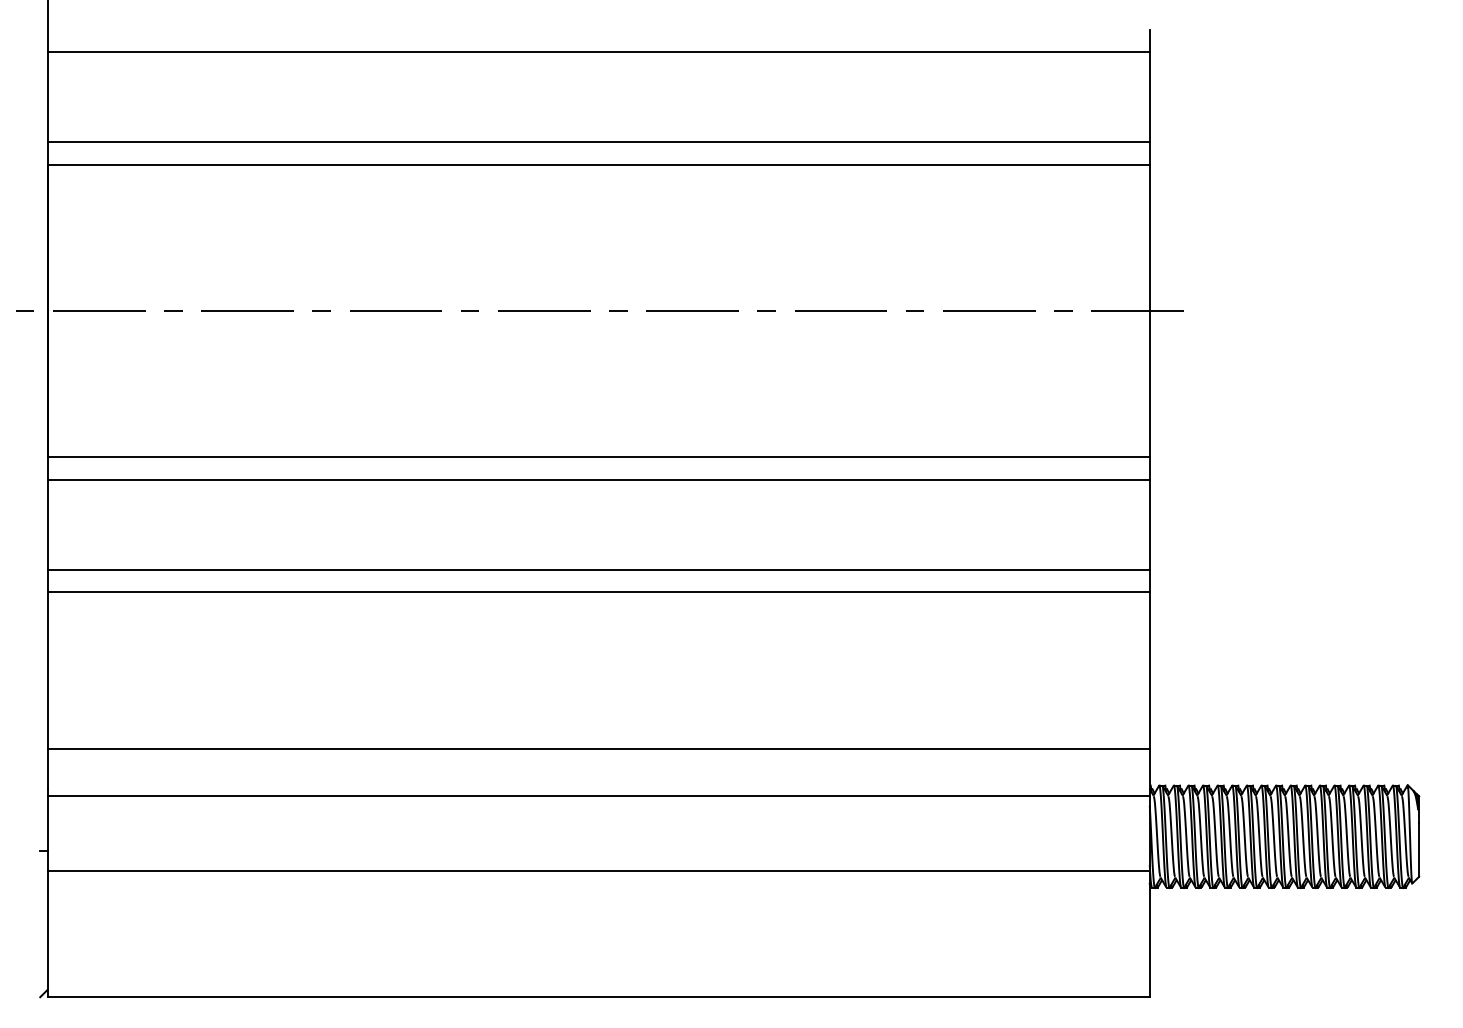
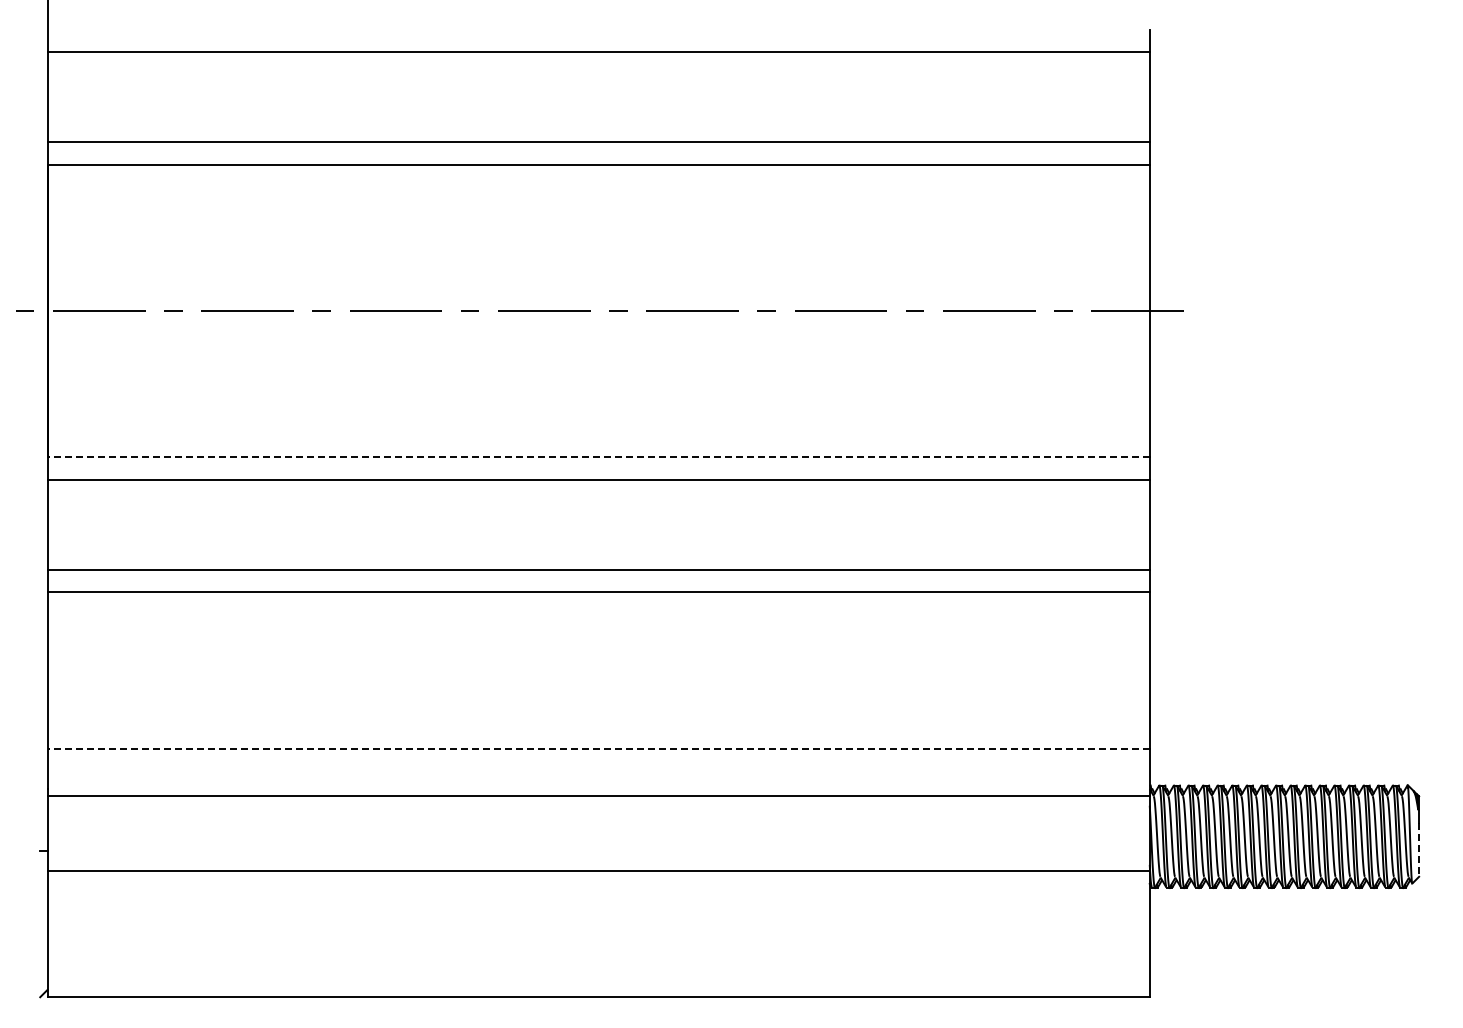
line at (598, 457): solid -> dashed
line at (598, 749): solid -> dashed
line at (1419, 849): solid -> dashed
